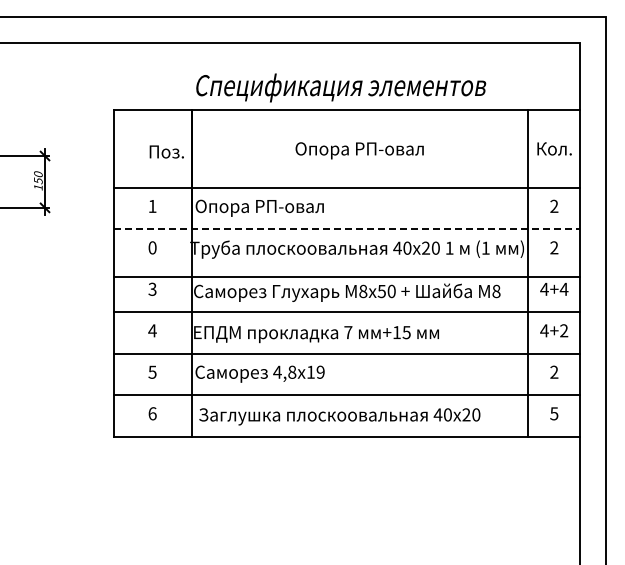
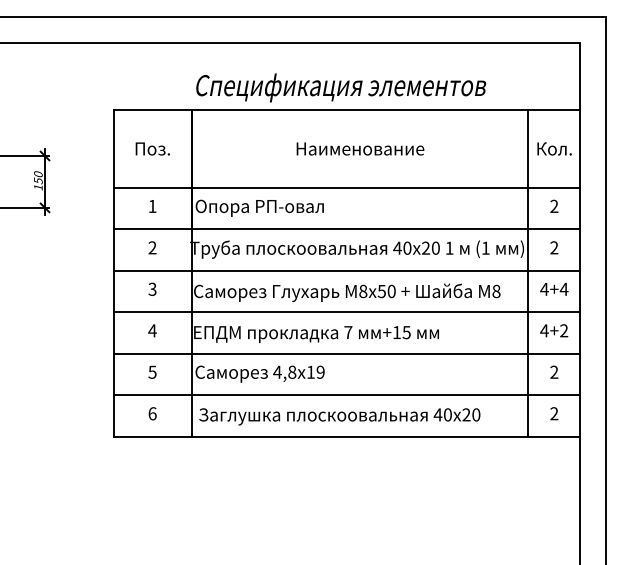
text at (359, 150): Опора РП-овал -> Наименование
text at (166, 151) position: (166, 151) -> (152, 148)
line at (347, 229): dashed -> solid
text at (152, 247): 0 -> 2
line at (346, 276) position: (346, 276) -> (346, 270)
text at (554, 413): 5 -> 2
